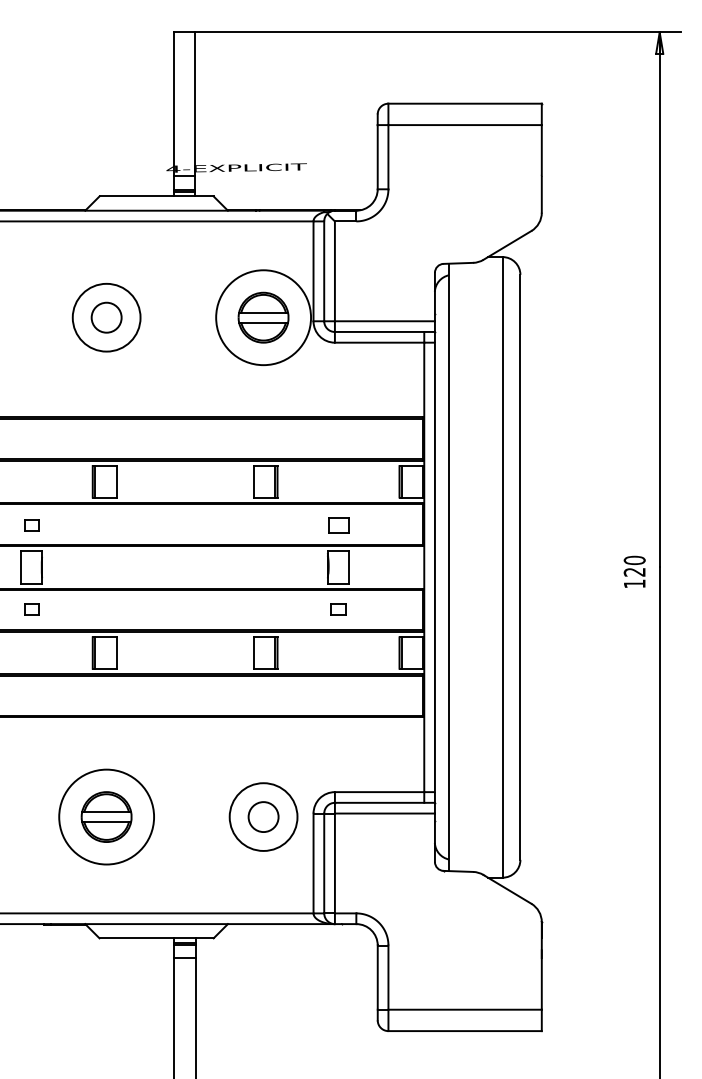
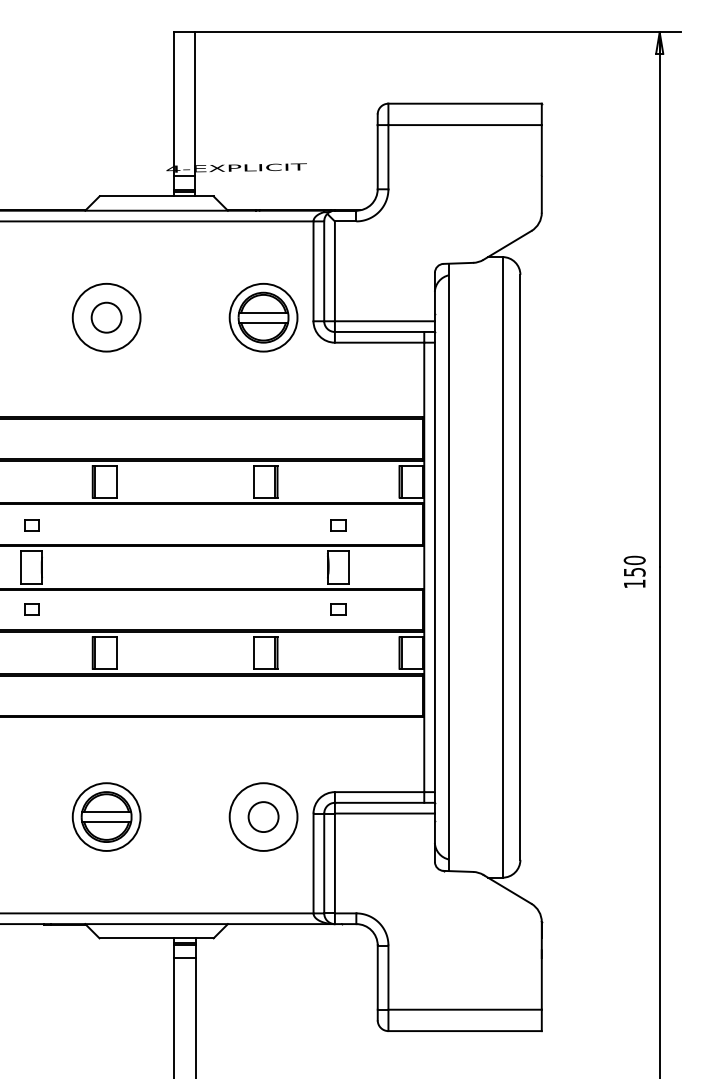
circle at (263, 317) diameter: 95 px -> 68 px
part at (338, 525) size: 22x17 px -> 17x13 px
text at (634, 572): 120 -> 150
circle at (106, 816) diameter: 95 px -> 68 px
